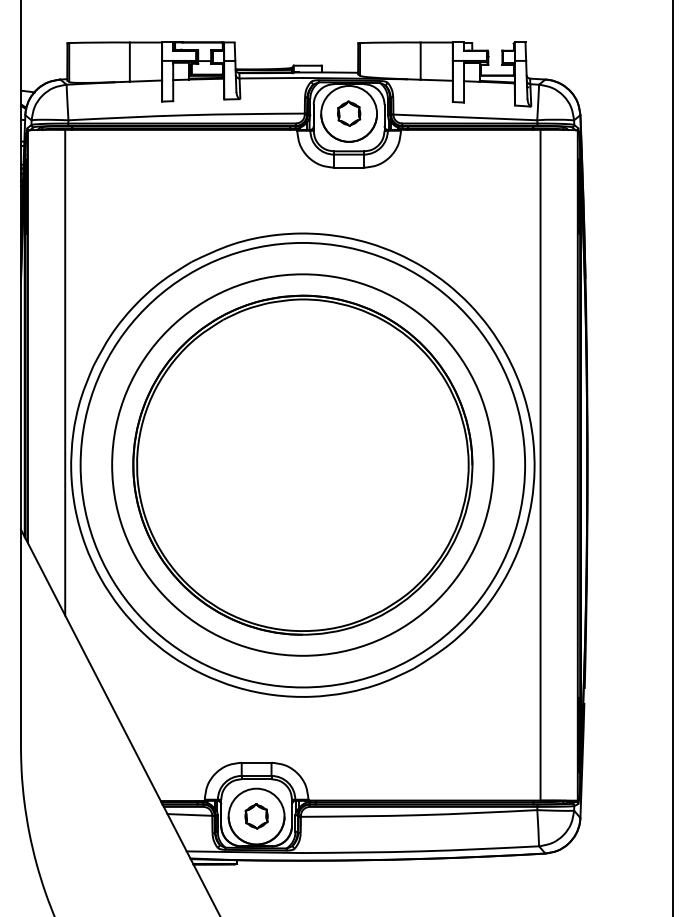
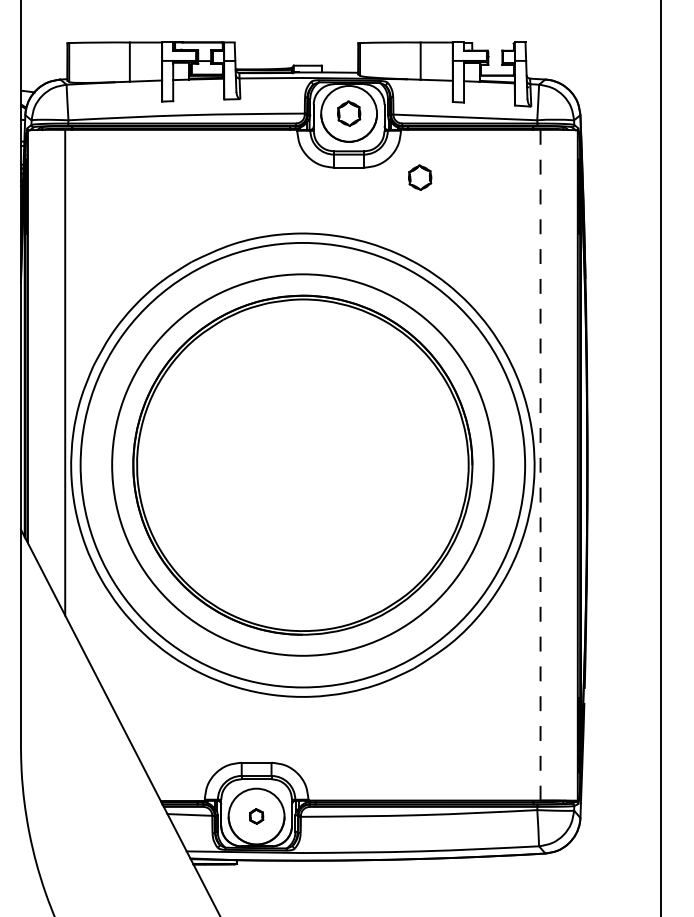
part at (420, 177): none -> present
line at (673, 457) position: (673, 457) -> (661, 457)
line at (540, 465): solid -> dashed
part at (256, 816) size: 25x27 px -> 16x17 px
